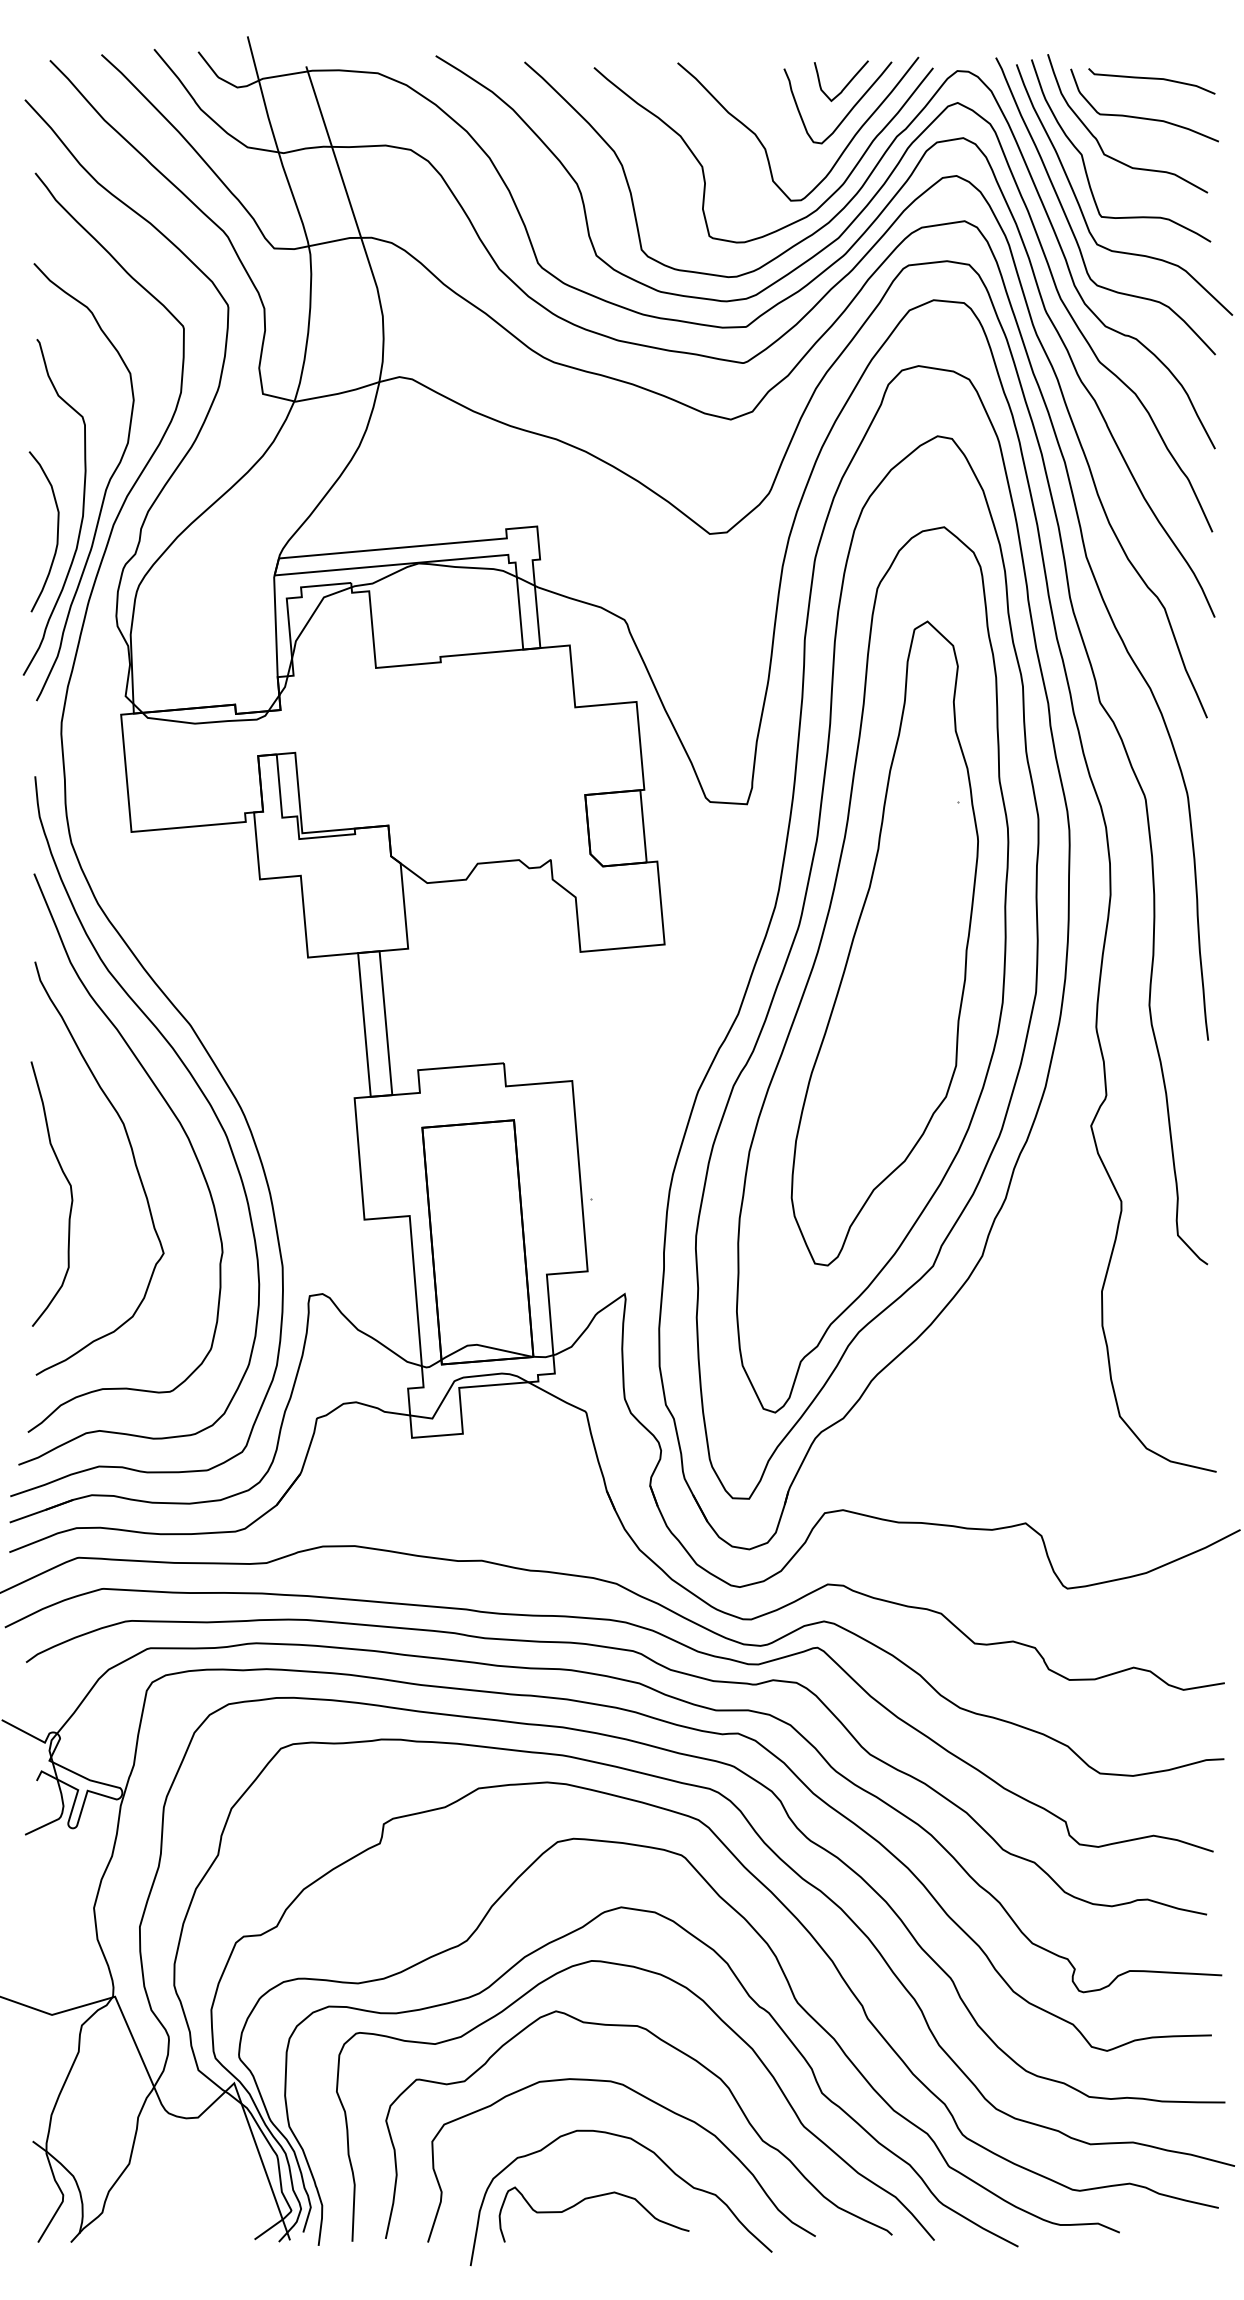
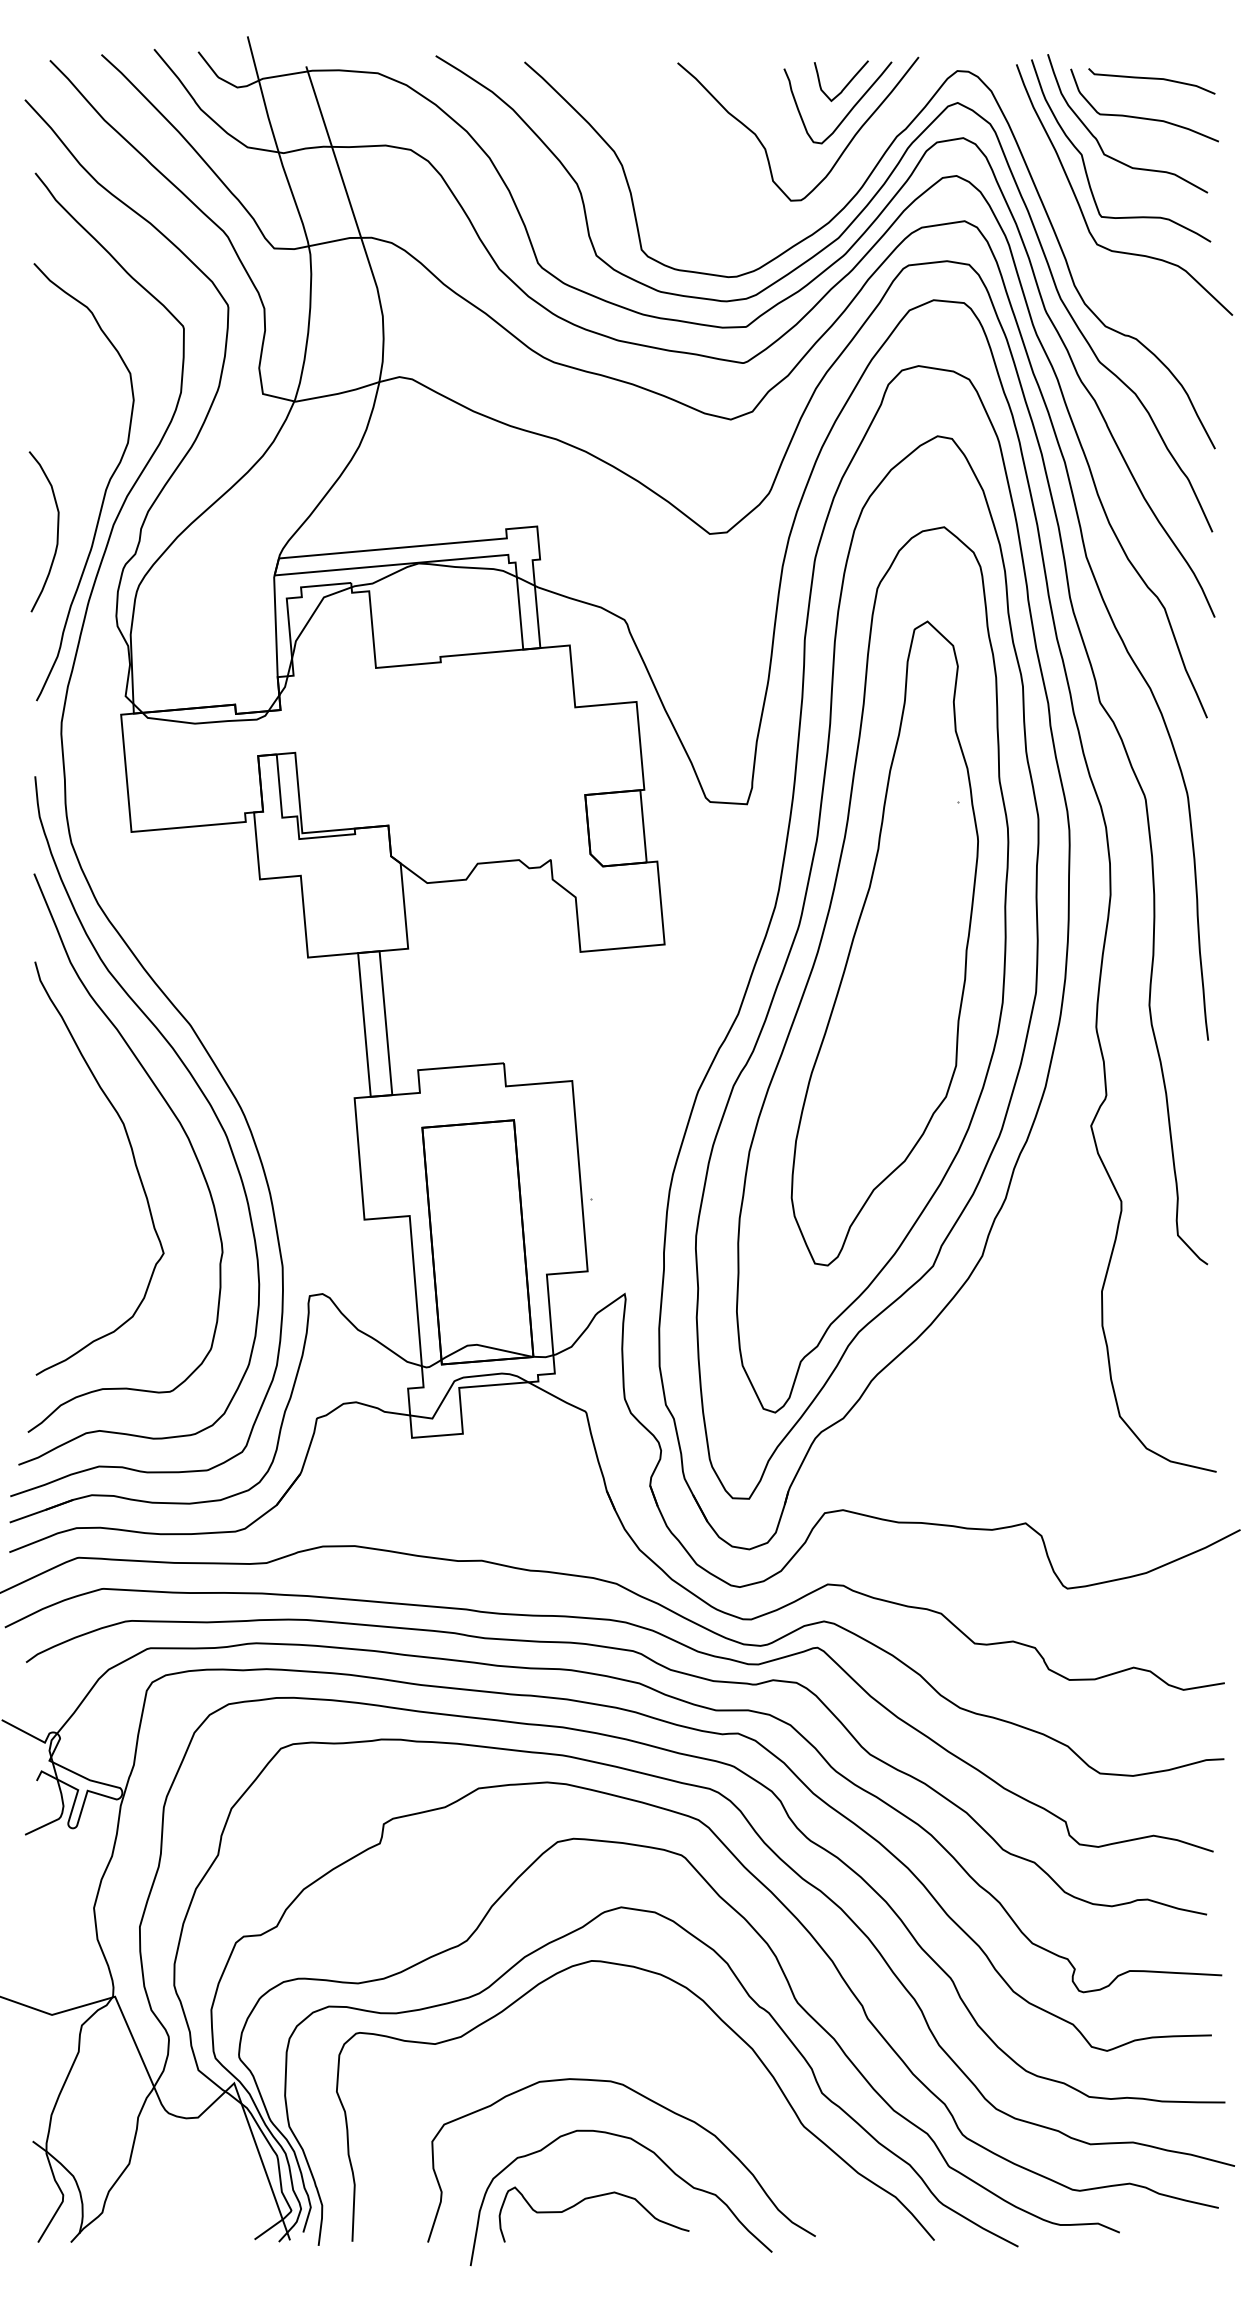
curve at (703, 166): present -> none
curve at (1069, 221): present -> none
curve at (82, 507): present -> none
curve at (70, 1193): present -> none
curve at (683, 2054): present -> none
